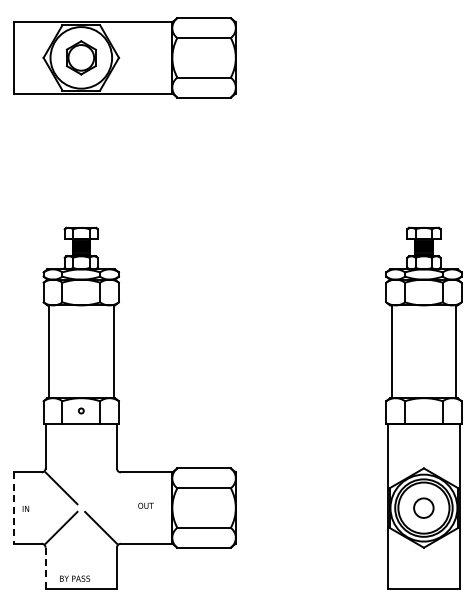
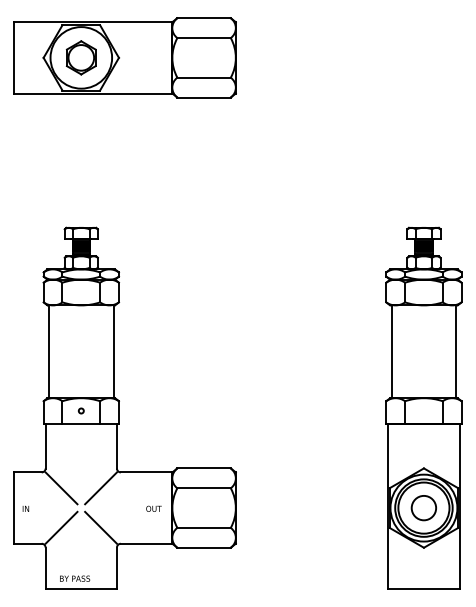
line at (100, 488): none -> present
text at (145, 505) position: (145, 505) -> (153, 508)
circle at (423, 507) size: 22x22 px -> 27x27 px
line at (14, 508): dashed -> solid
line at (45, 568): dashed -> solid
